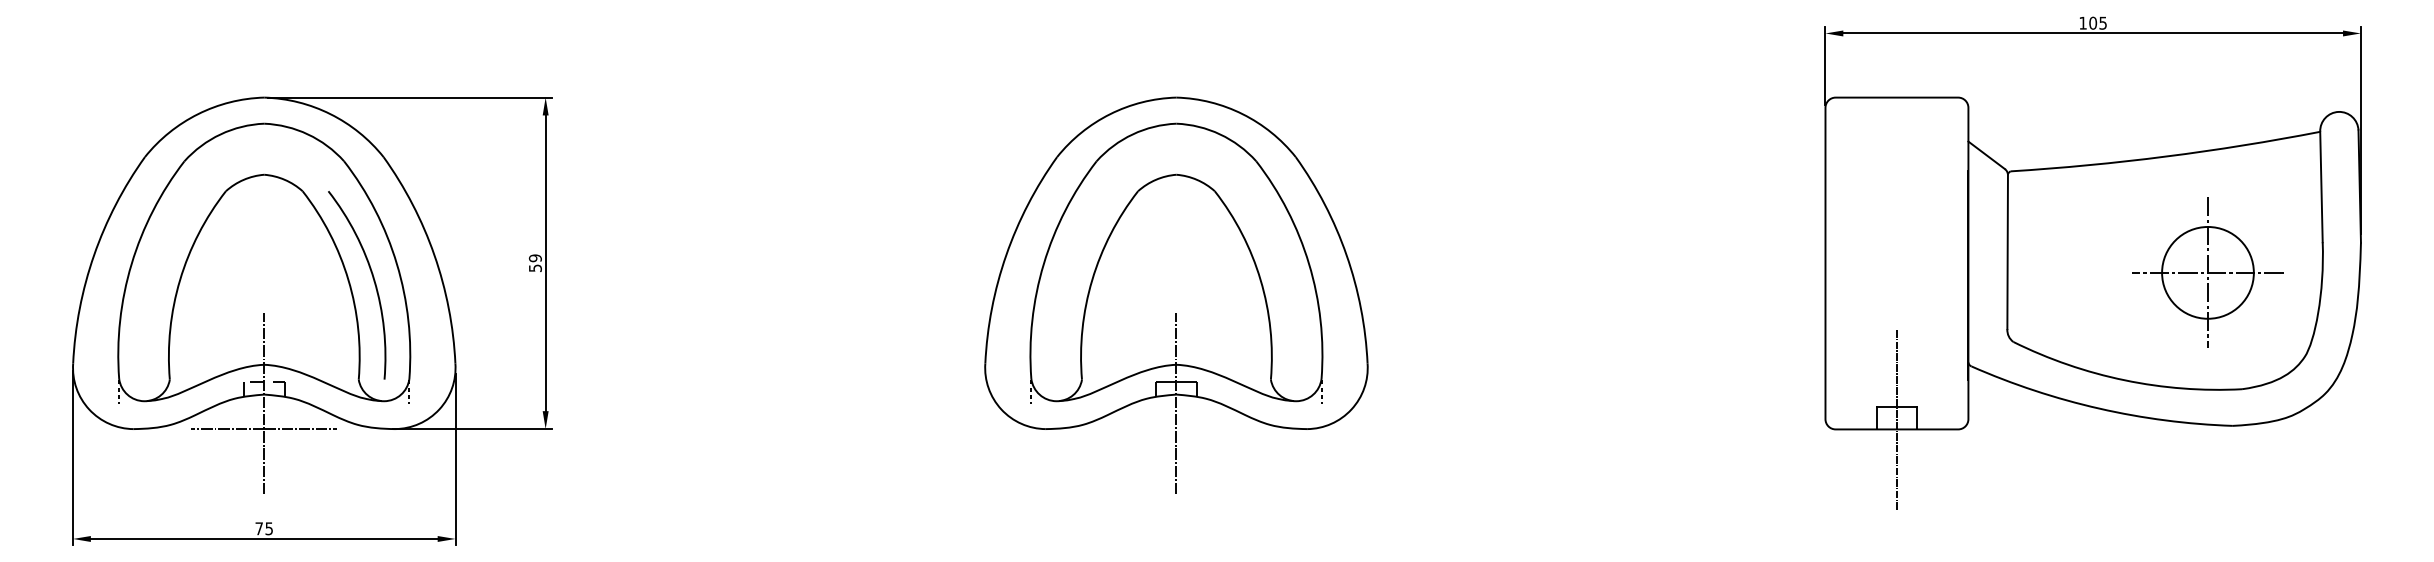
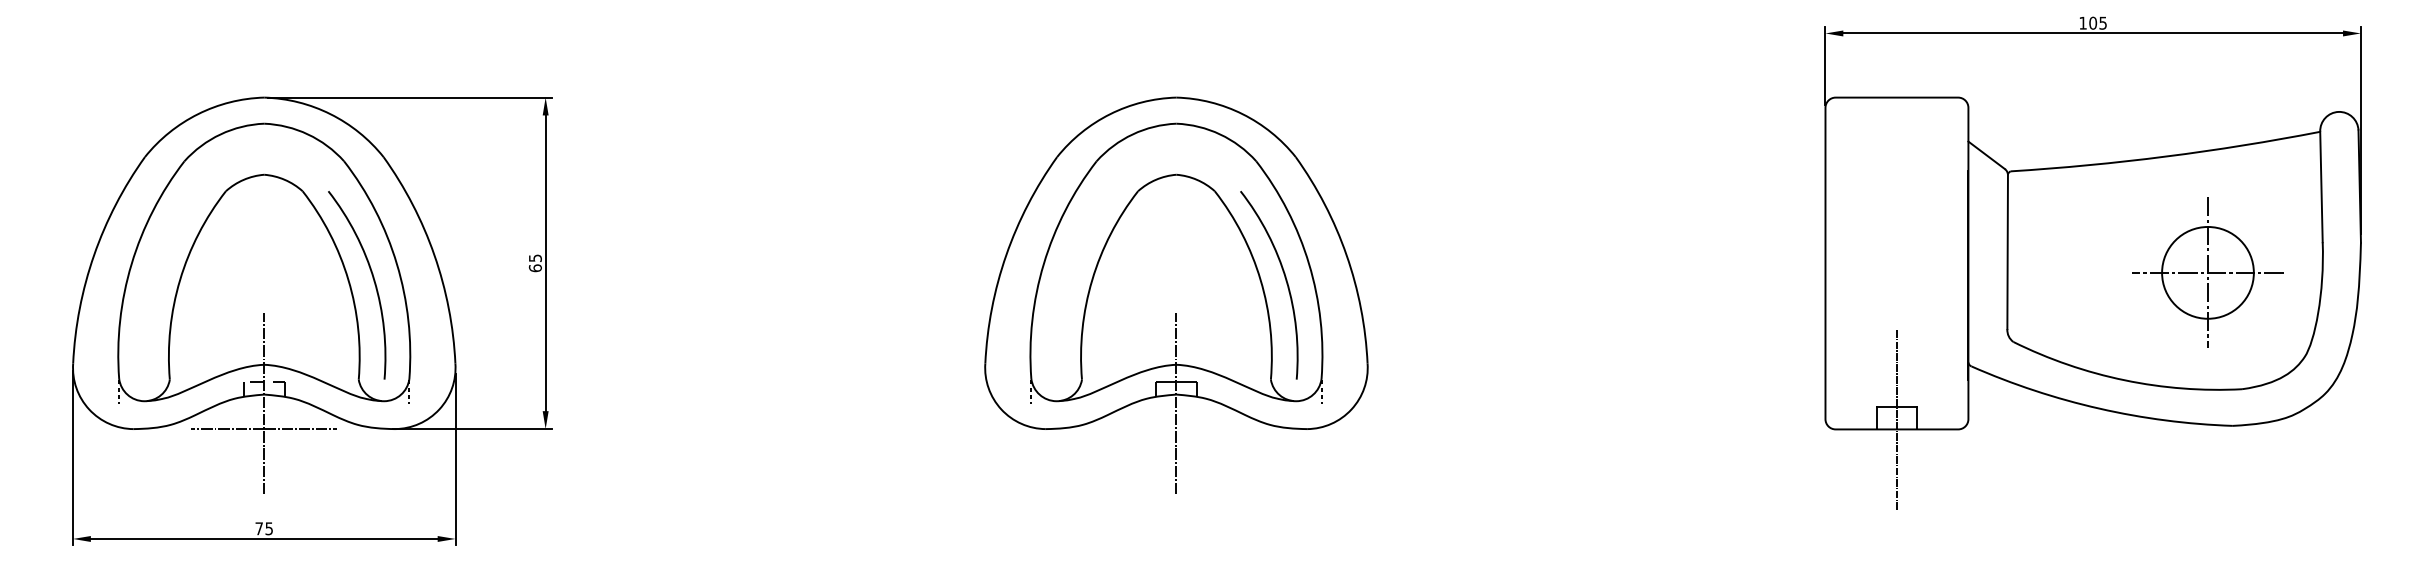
text at (534, 263): 59 -> 65
arc at (1285, 281): none -> present
